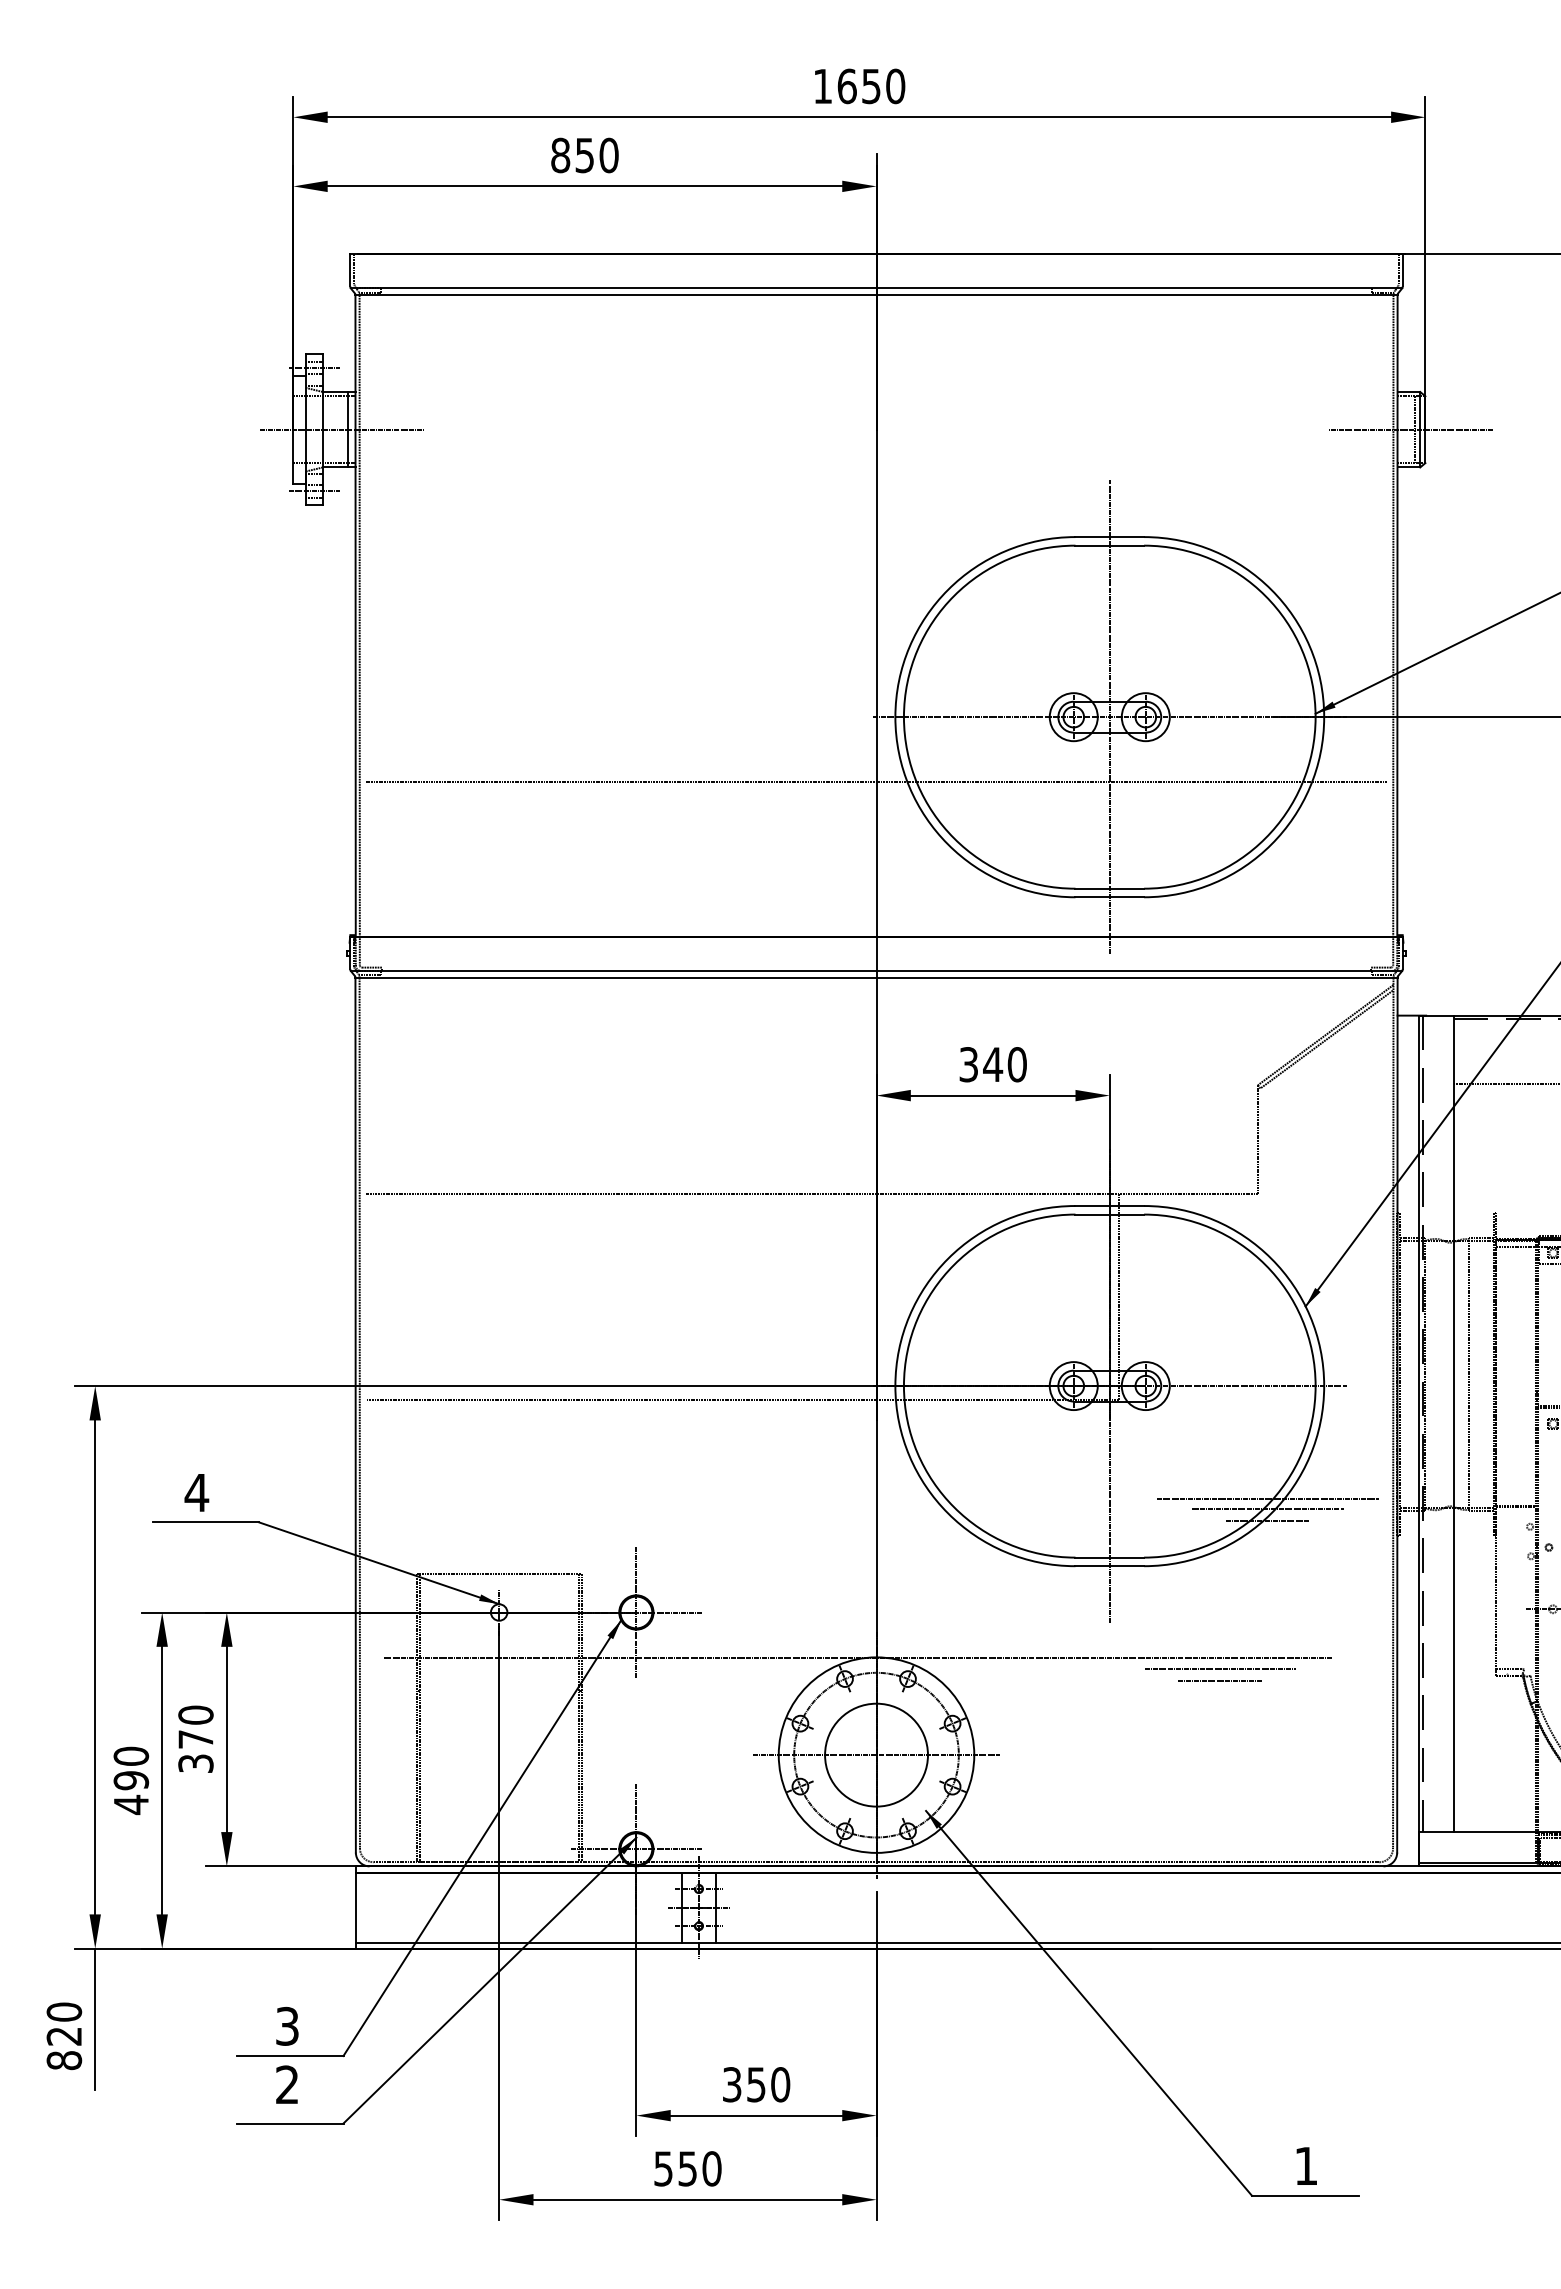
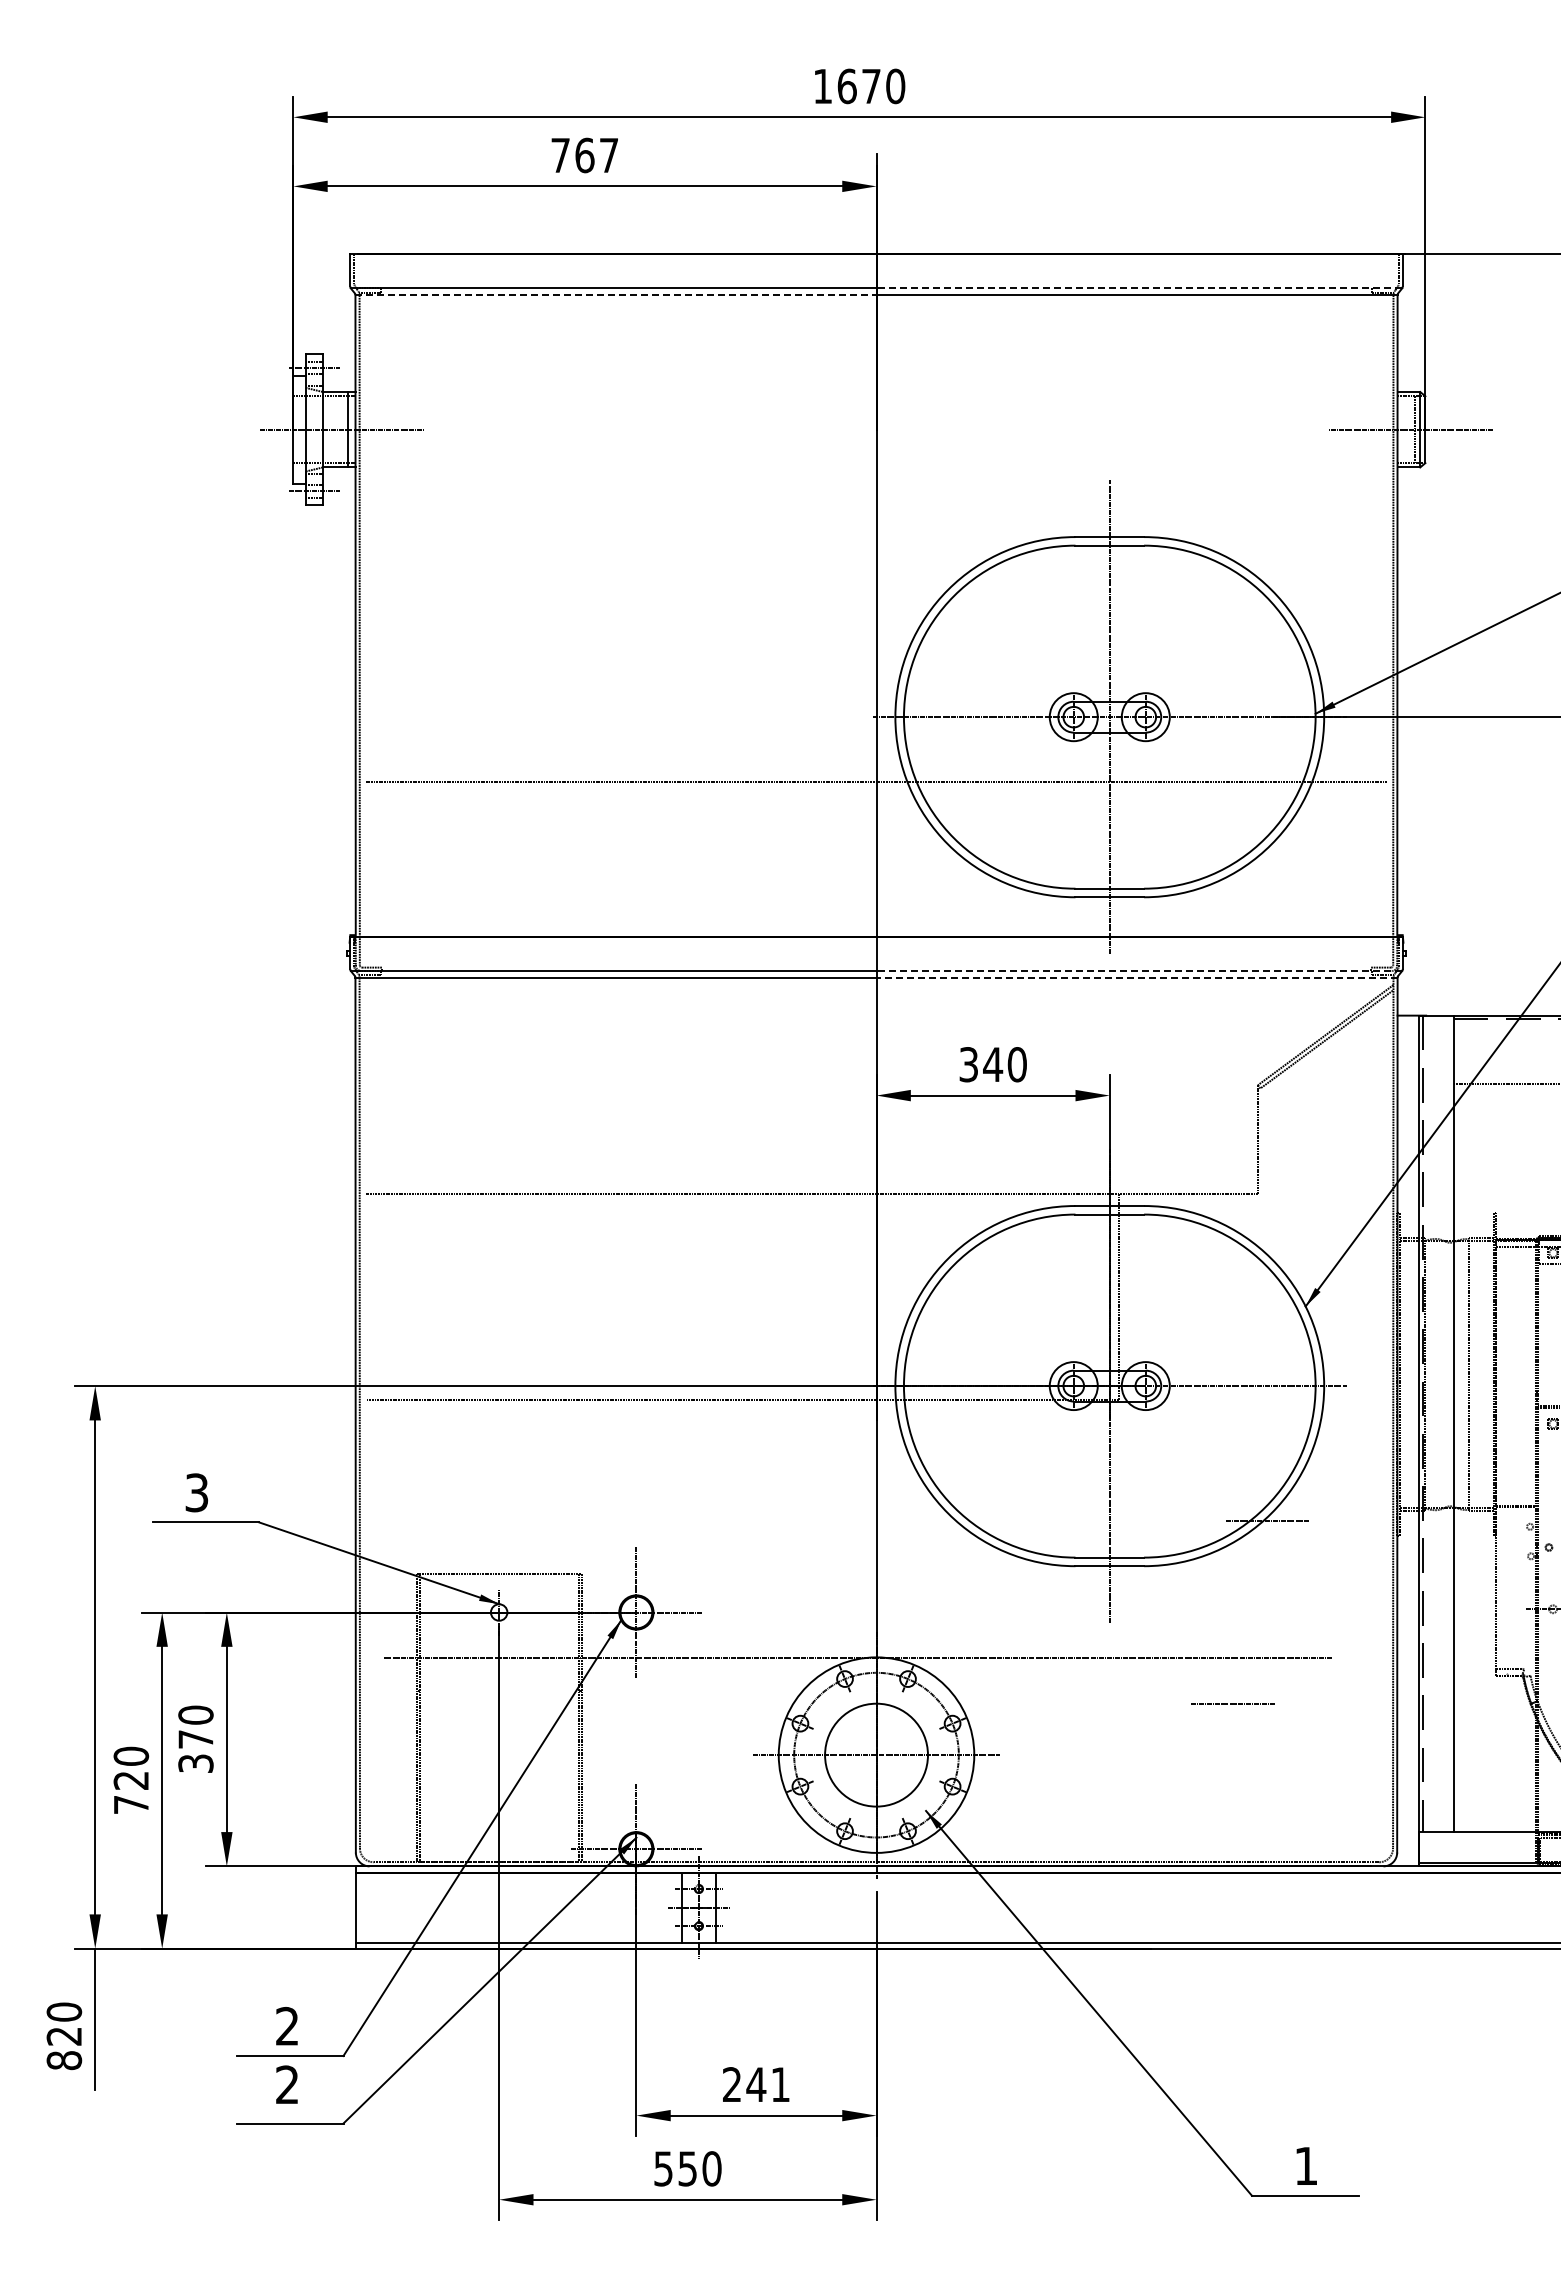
text at (871, 86): 1650 -> 1670
text at (584, 155): 850 -> 767
line at (1139, 288): solid -> dashed
line at (615, 295): solid -> dashed
line at (1139, 971): solid -> dashed
line at (1137, 977): solid -> dashed
text at (196, 1492): 4 -> 3
line at (1267, 1498): present -> none
line at (1267, 1509): present -> none
line at (1220, 1668): present -> none
line at (1219, 1680) position: (1219, 1680) -> (1232, 1703)
text at (131, 1793): 490 -> 720
text at (287, 2026): 3 -> 2
text at (756, 2084): 350 -> 241
